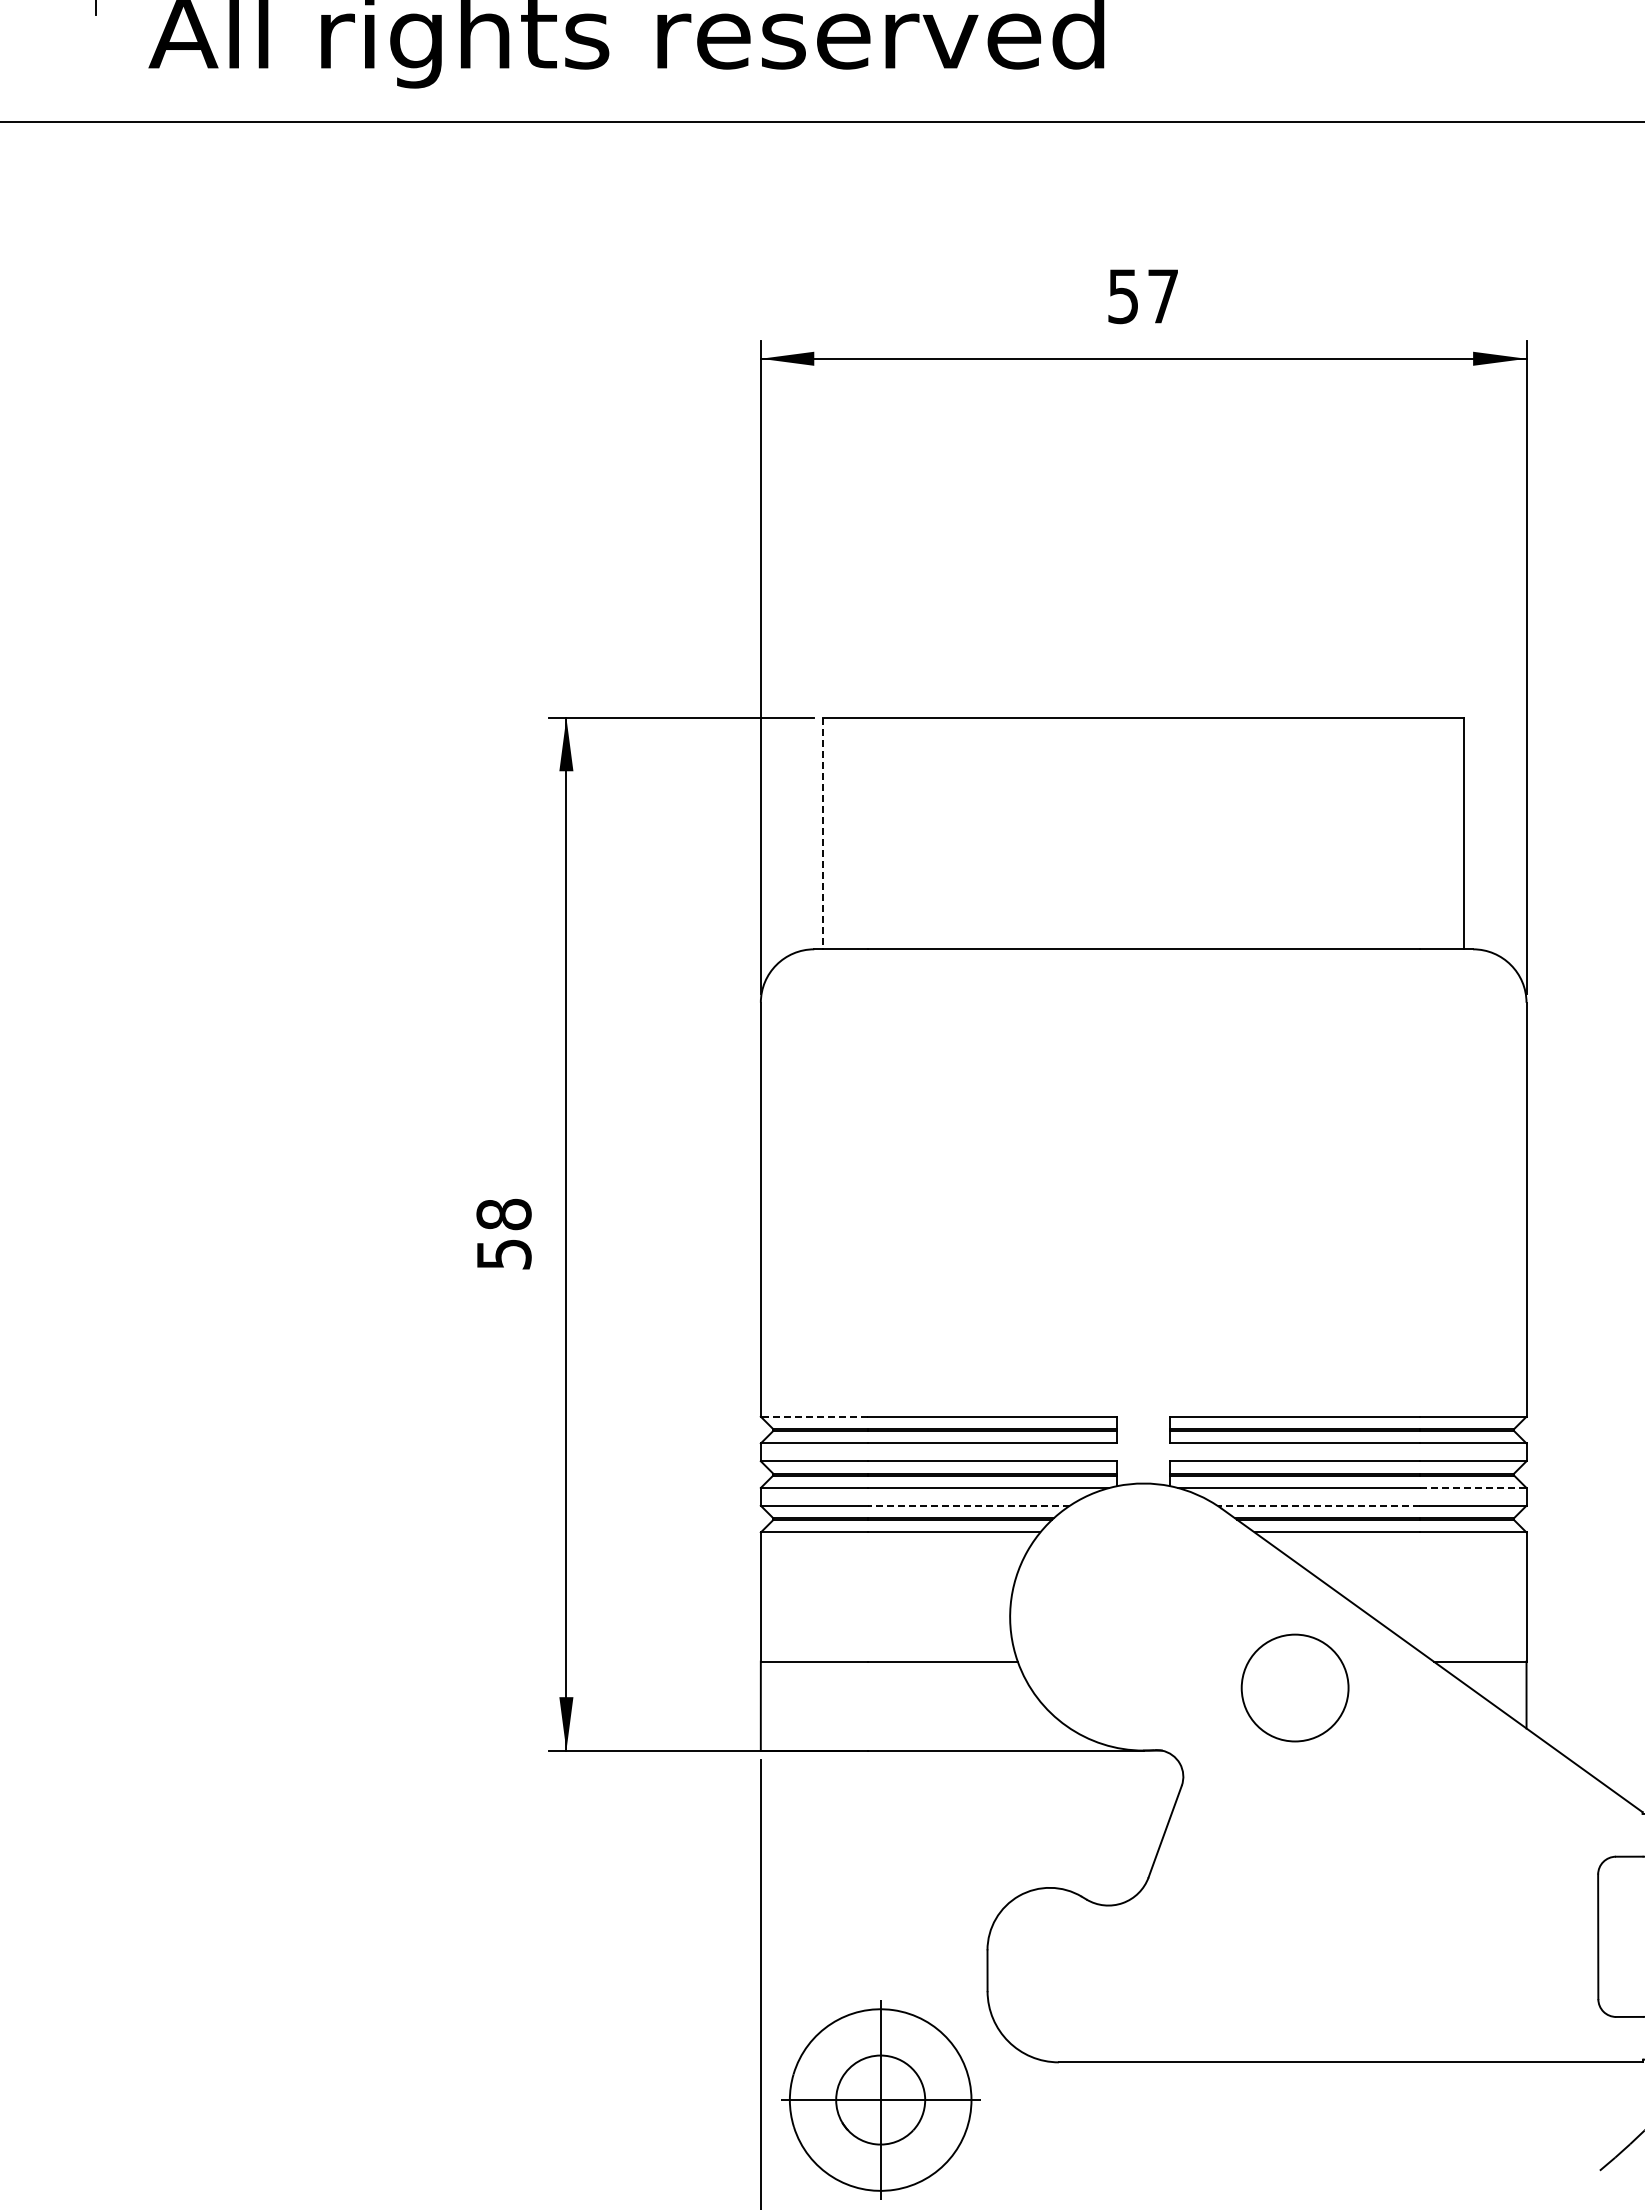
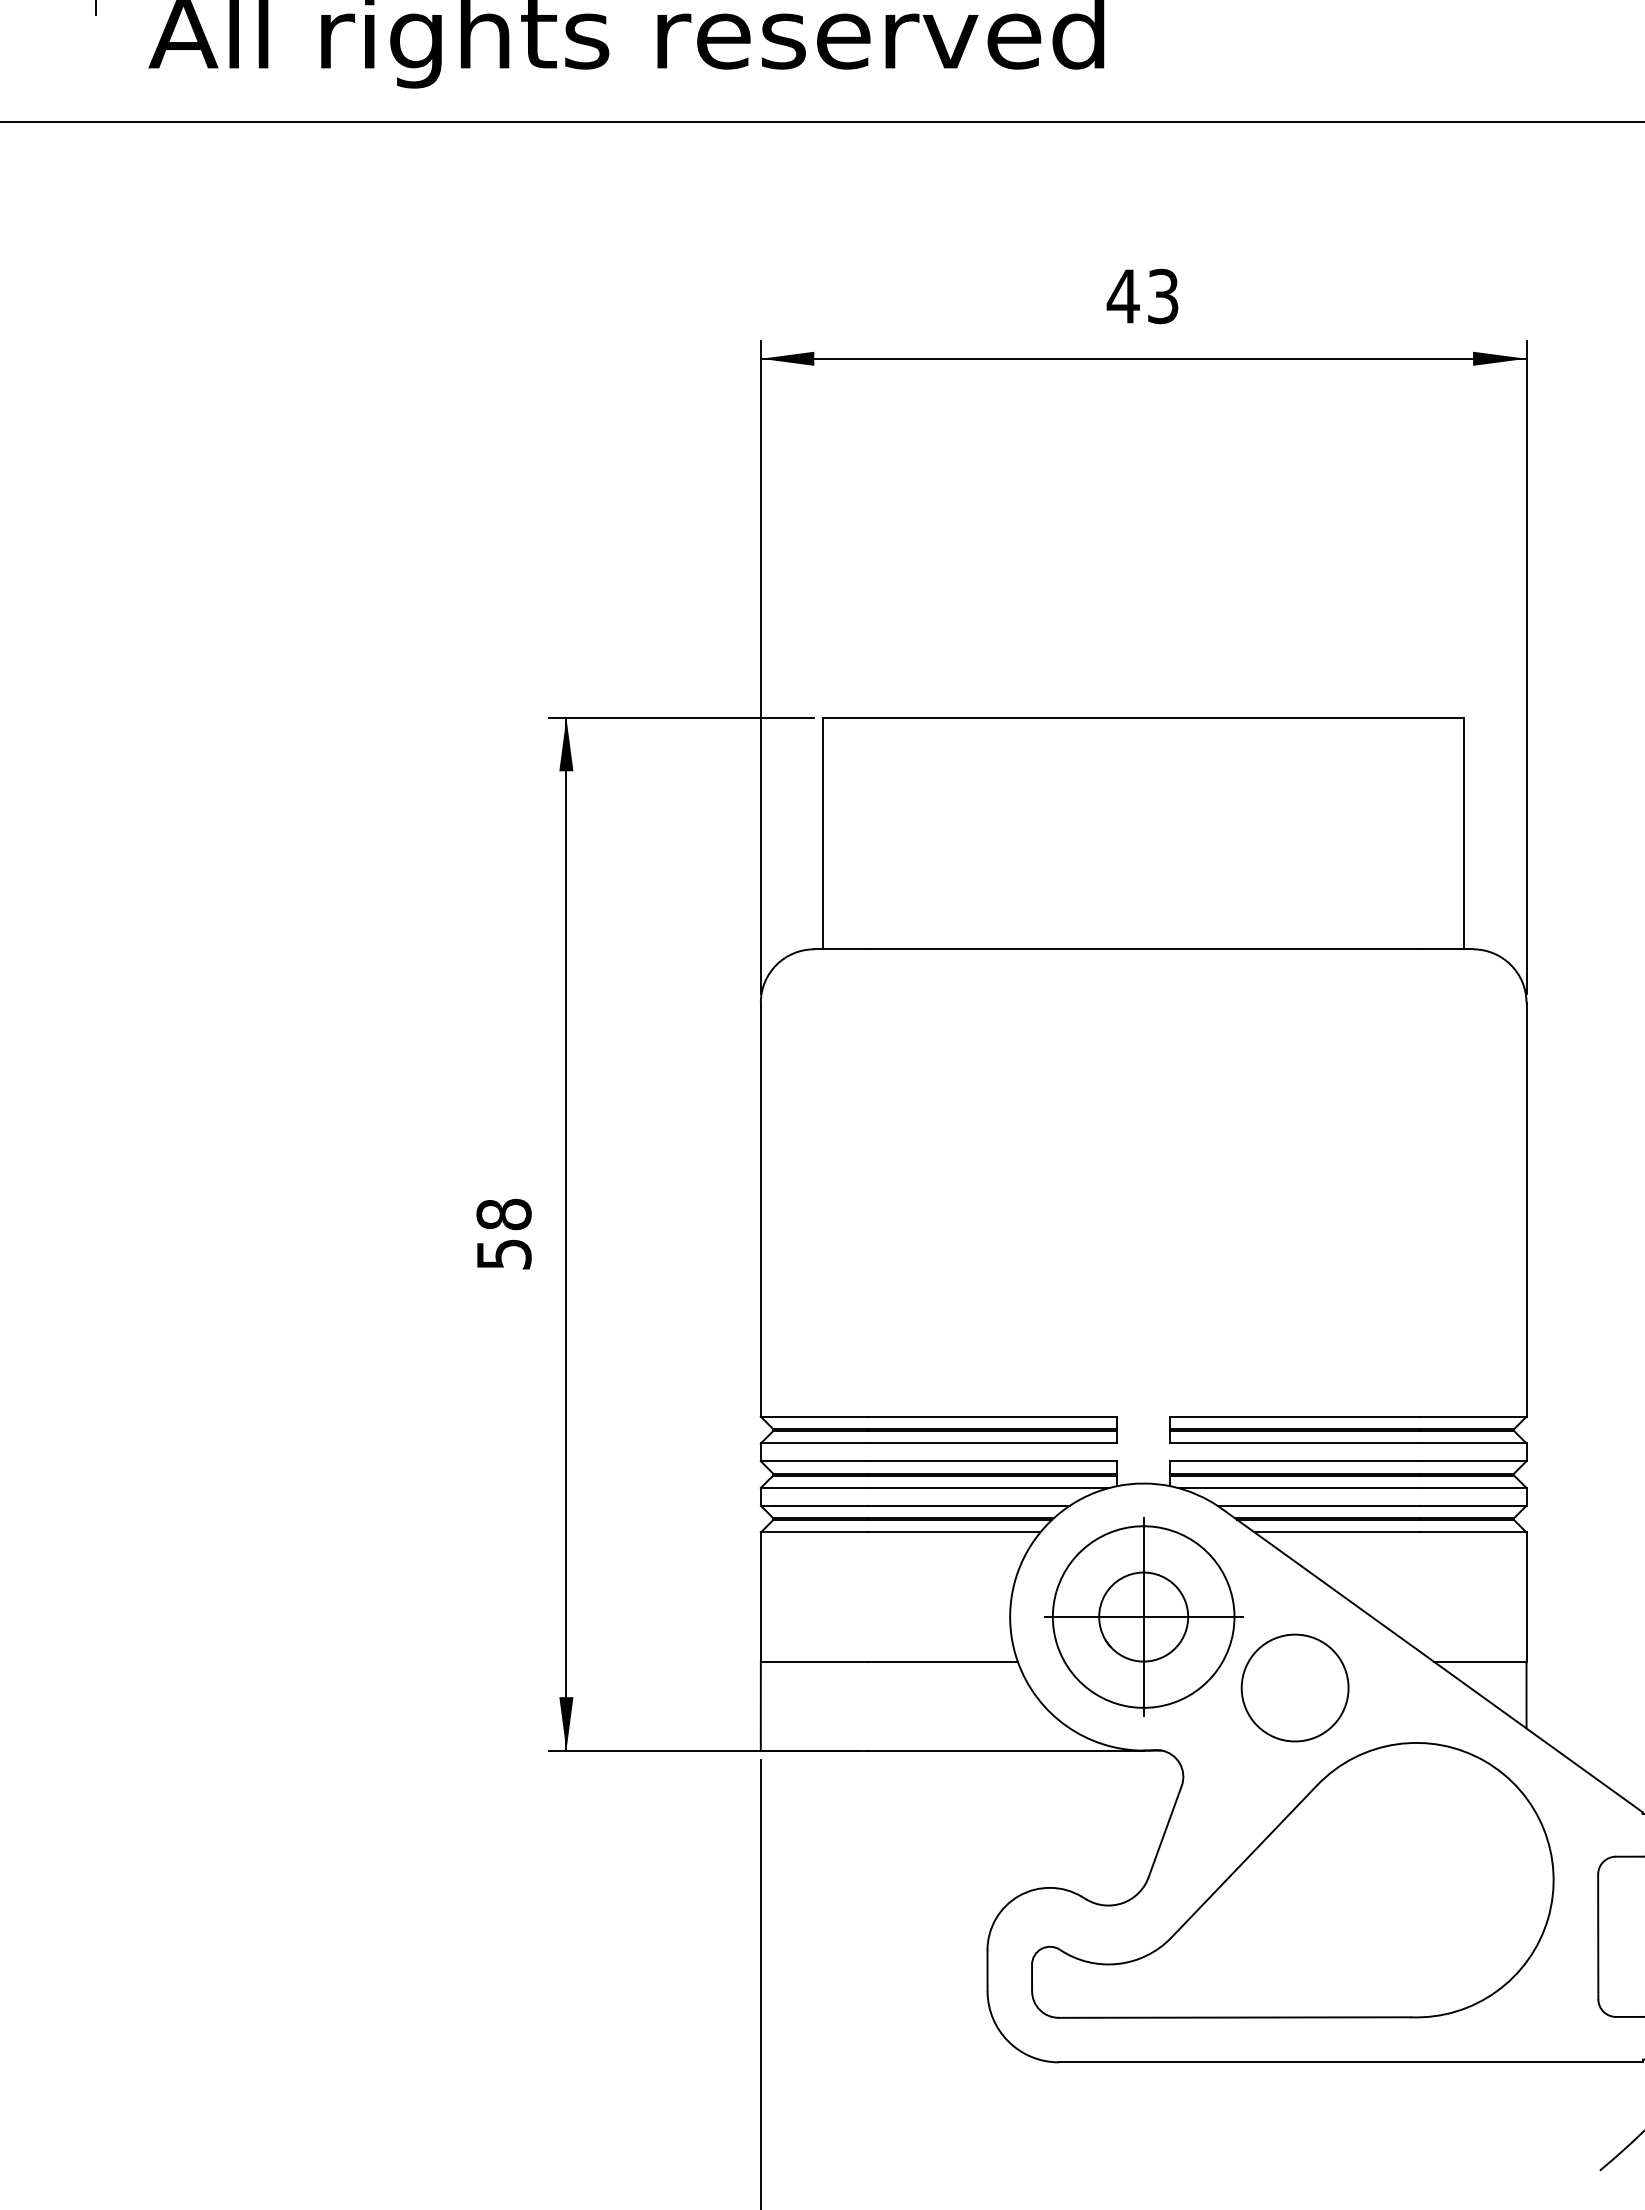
text at (1142, 296): 57 -> 43
line at (823, 833): dashed -> solid
line at (813, 1416): dashed -> solid
line at (1473, 1487): dashed -> solid
line at (968, 1505): dashed -> solid
line at (1318, 1505): dashed -> solid
part at (1292, 1880): none -> present
part at (880, 2099) position: (880, 2099) -> (1143, 1616)
